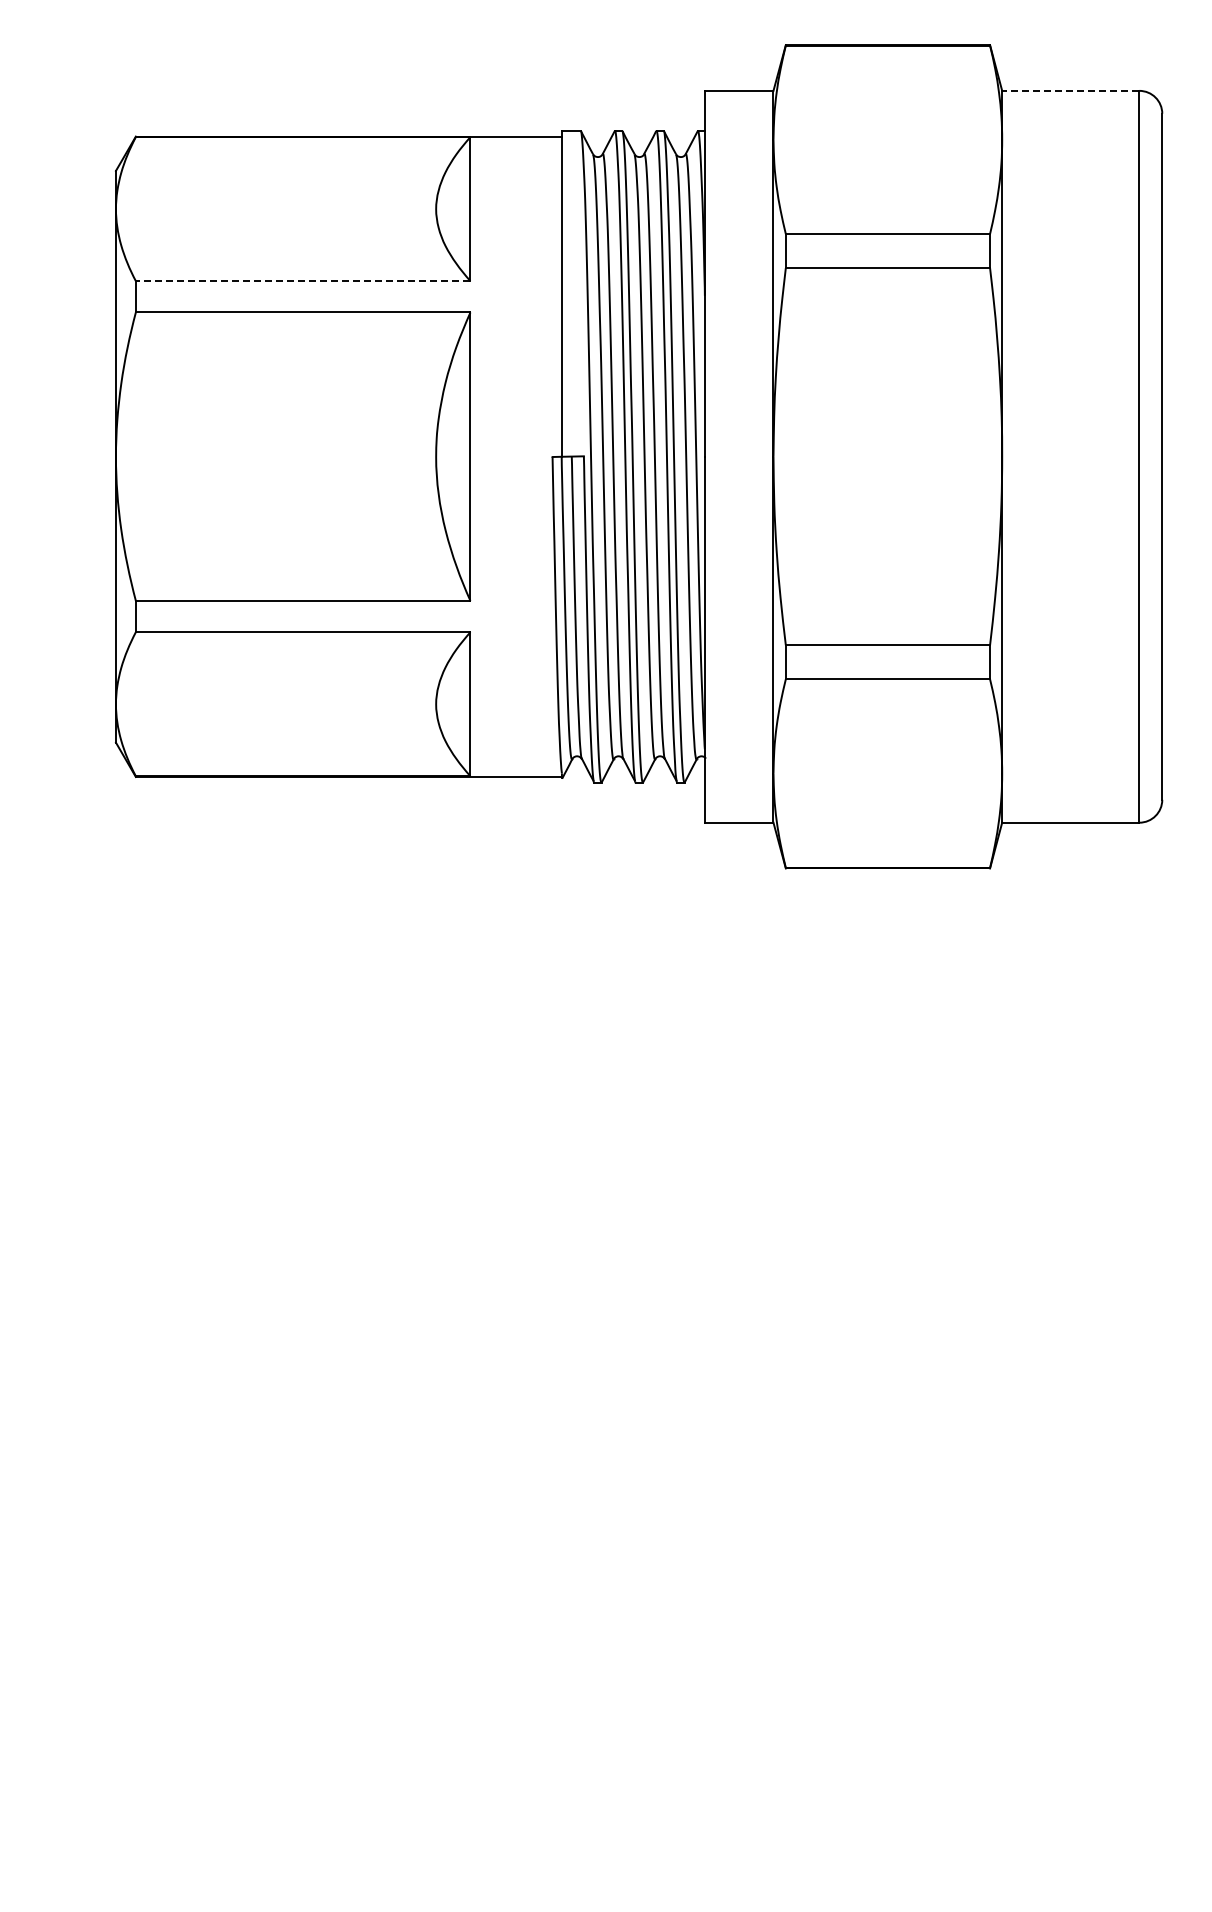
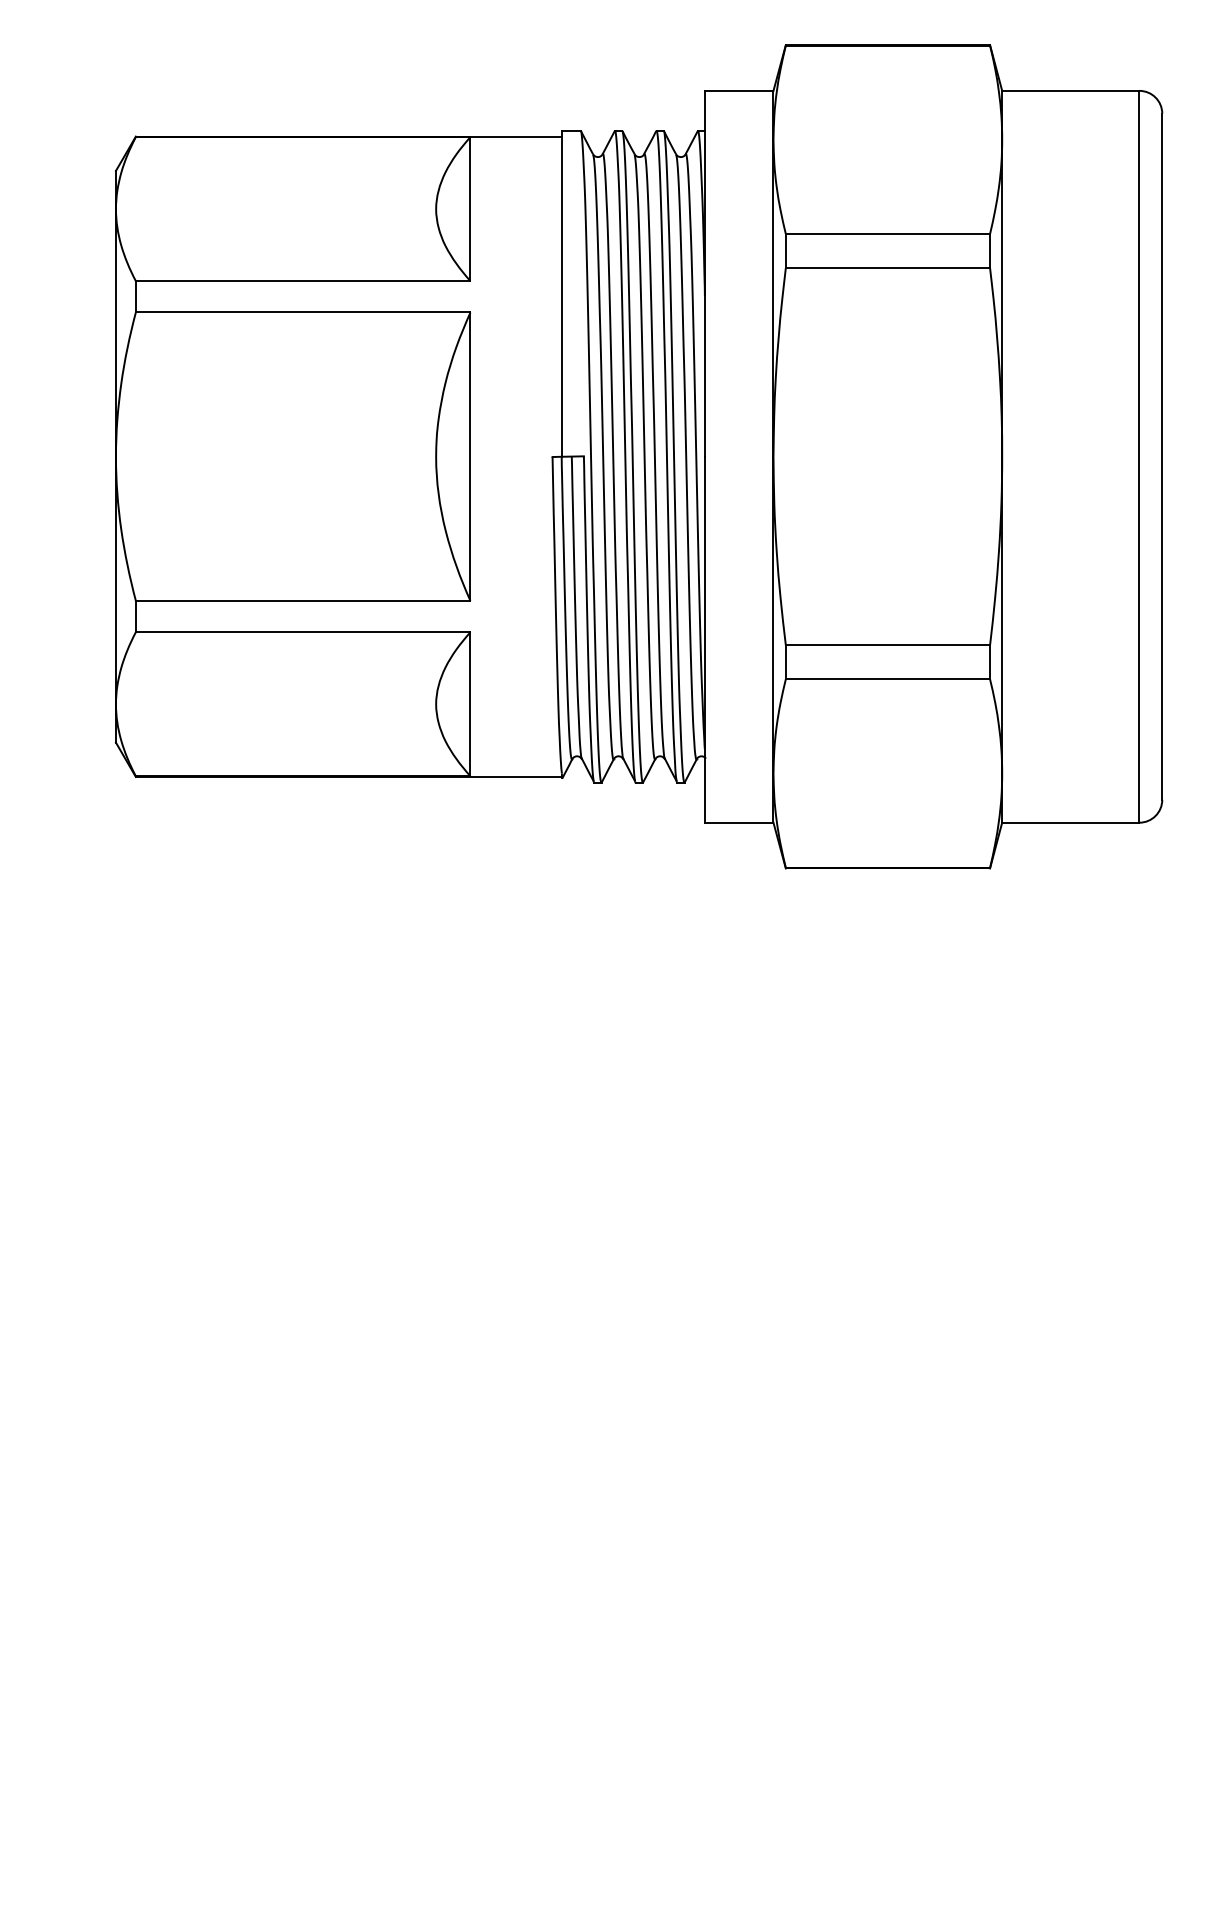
line at (1070, 90): dashed -> solid
line at (302, 281): dashed -> solid
